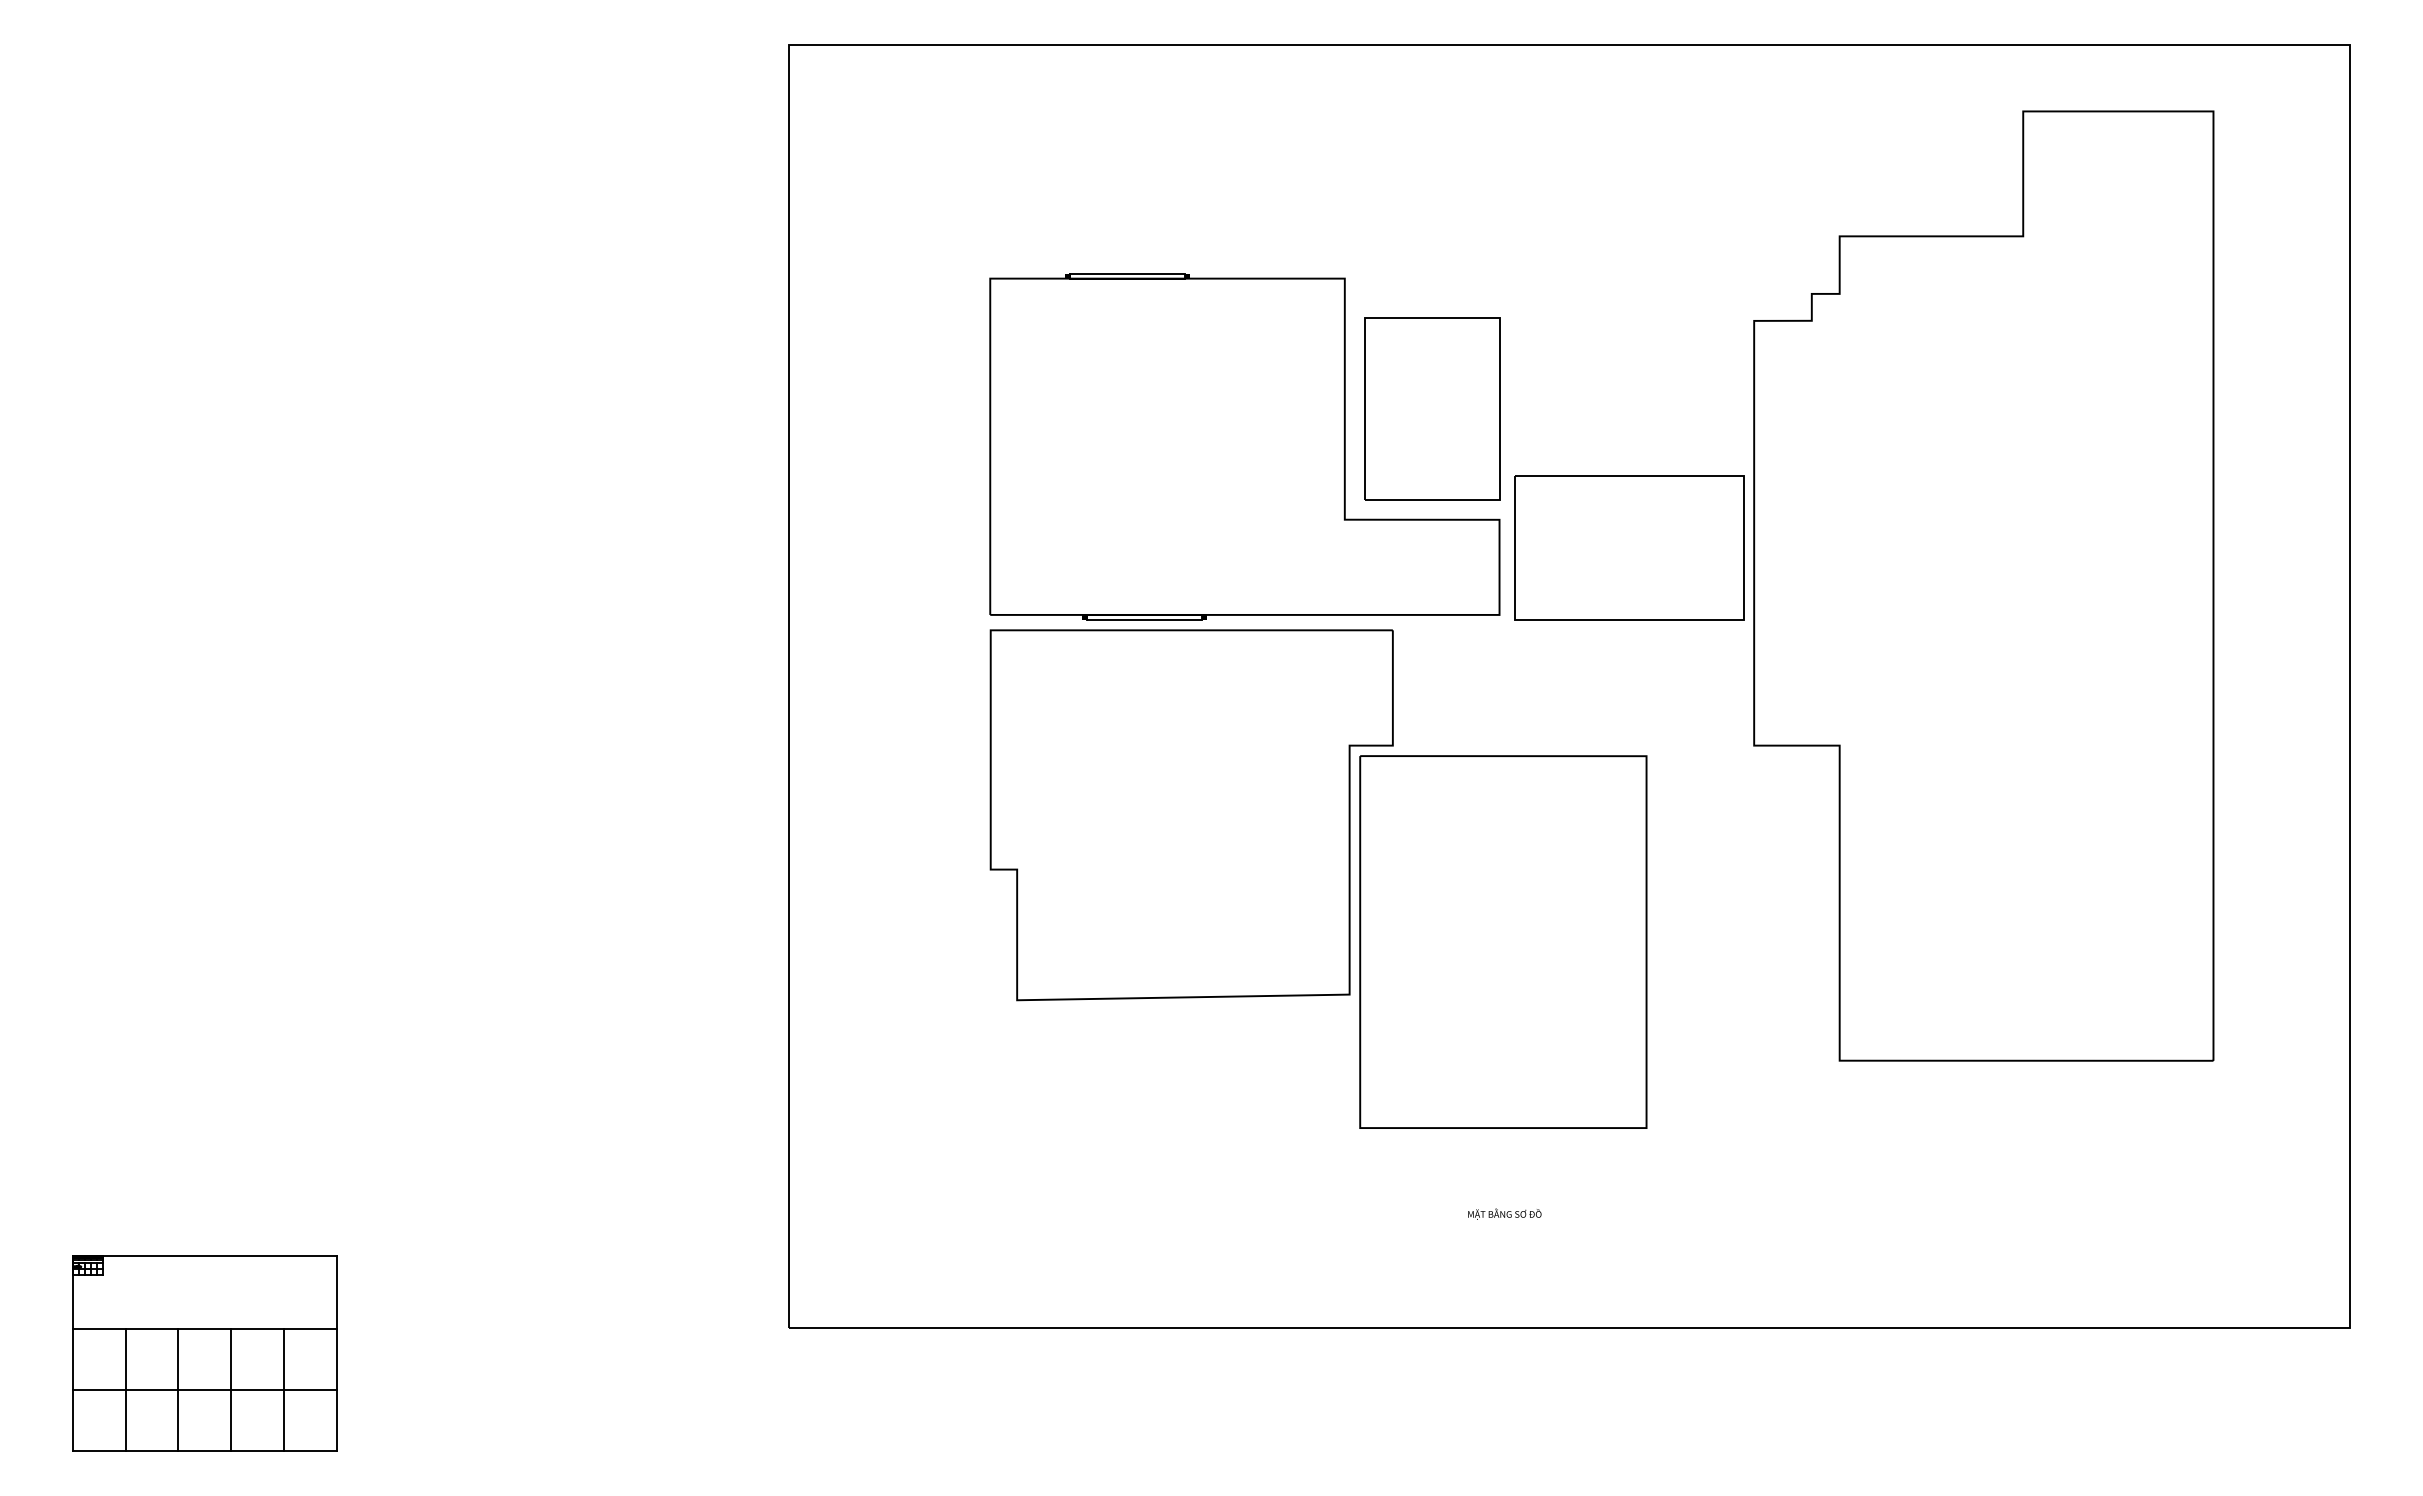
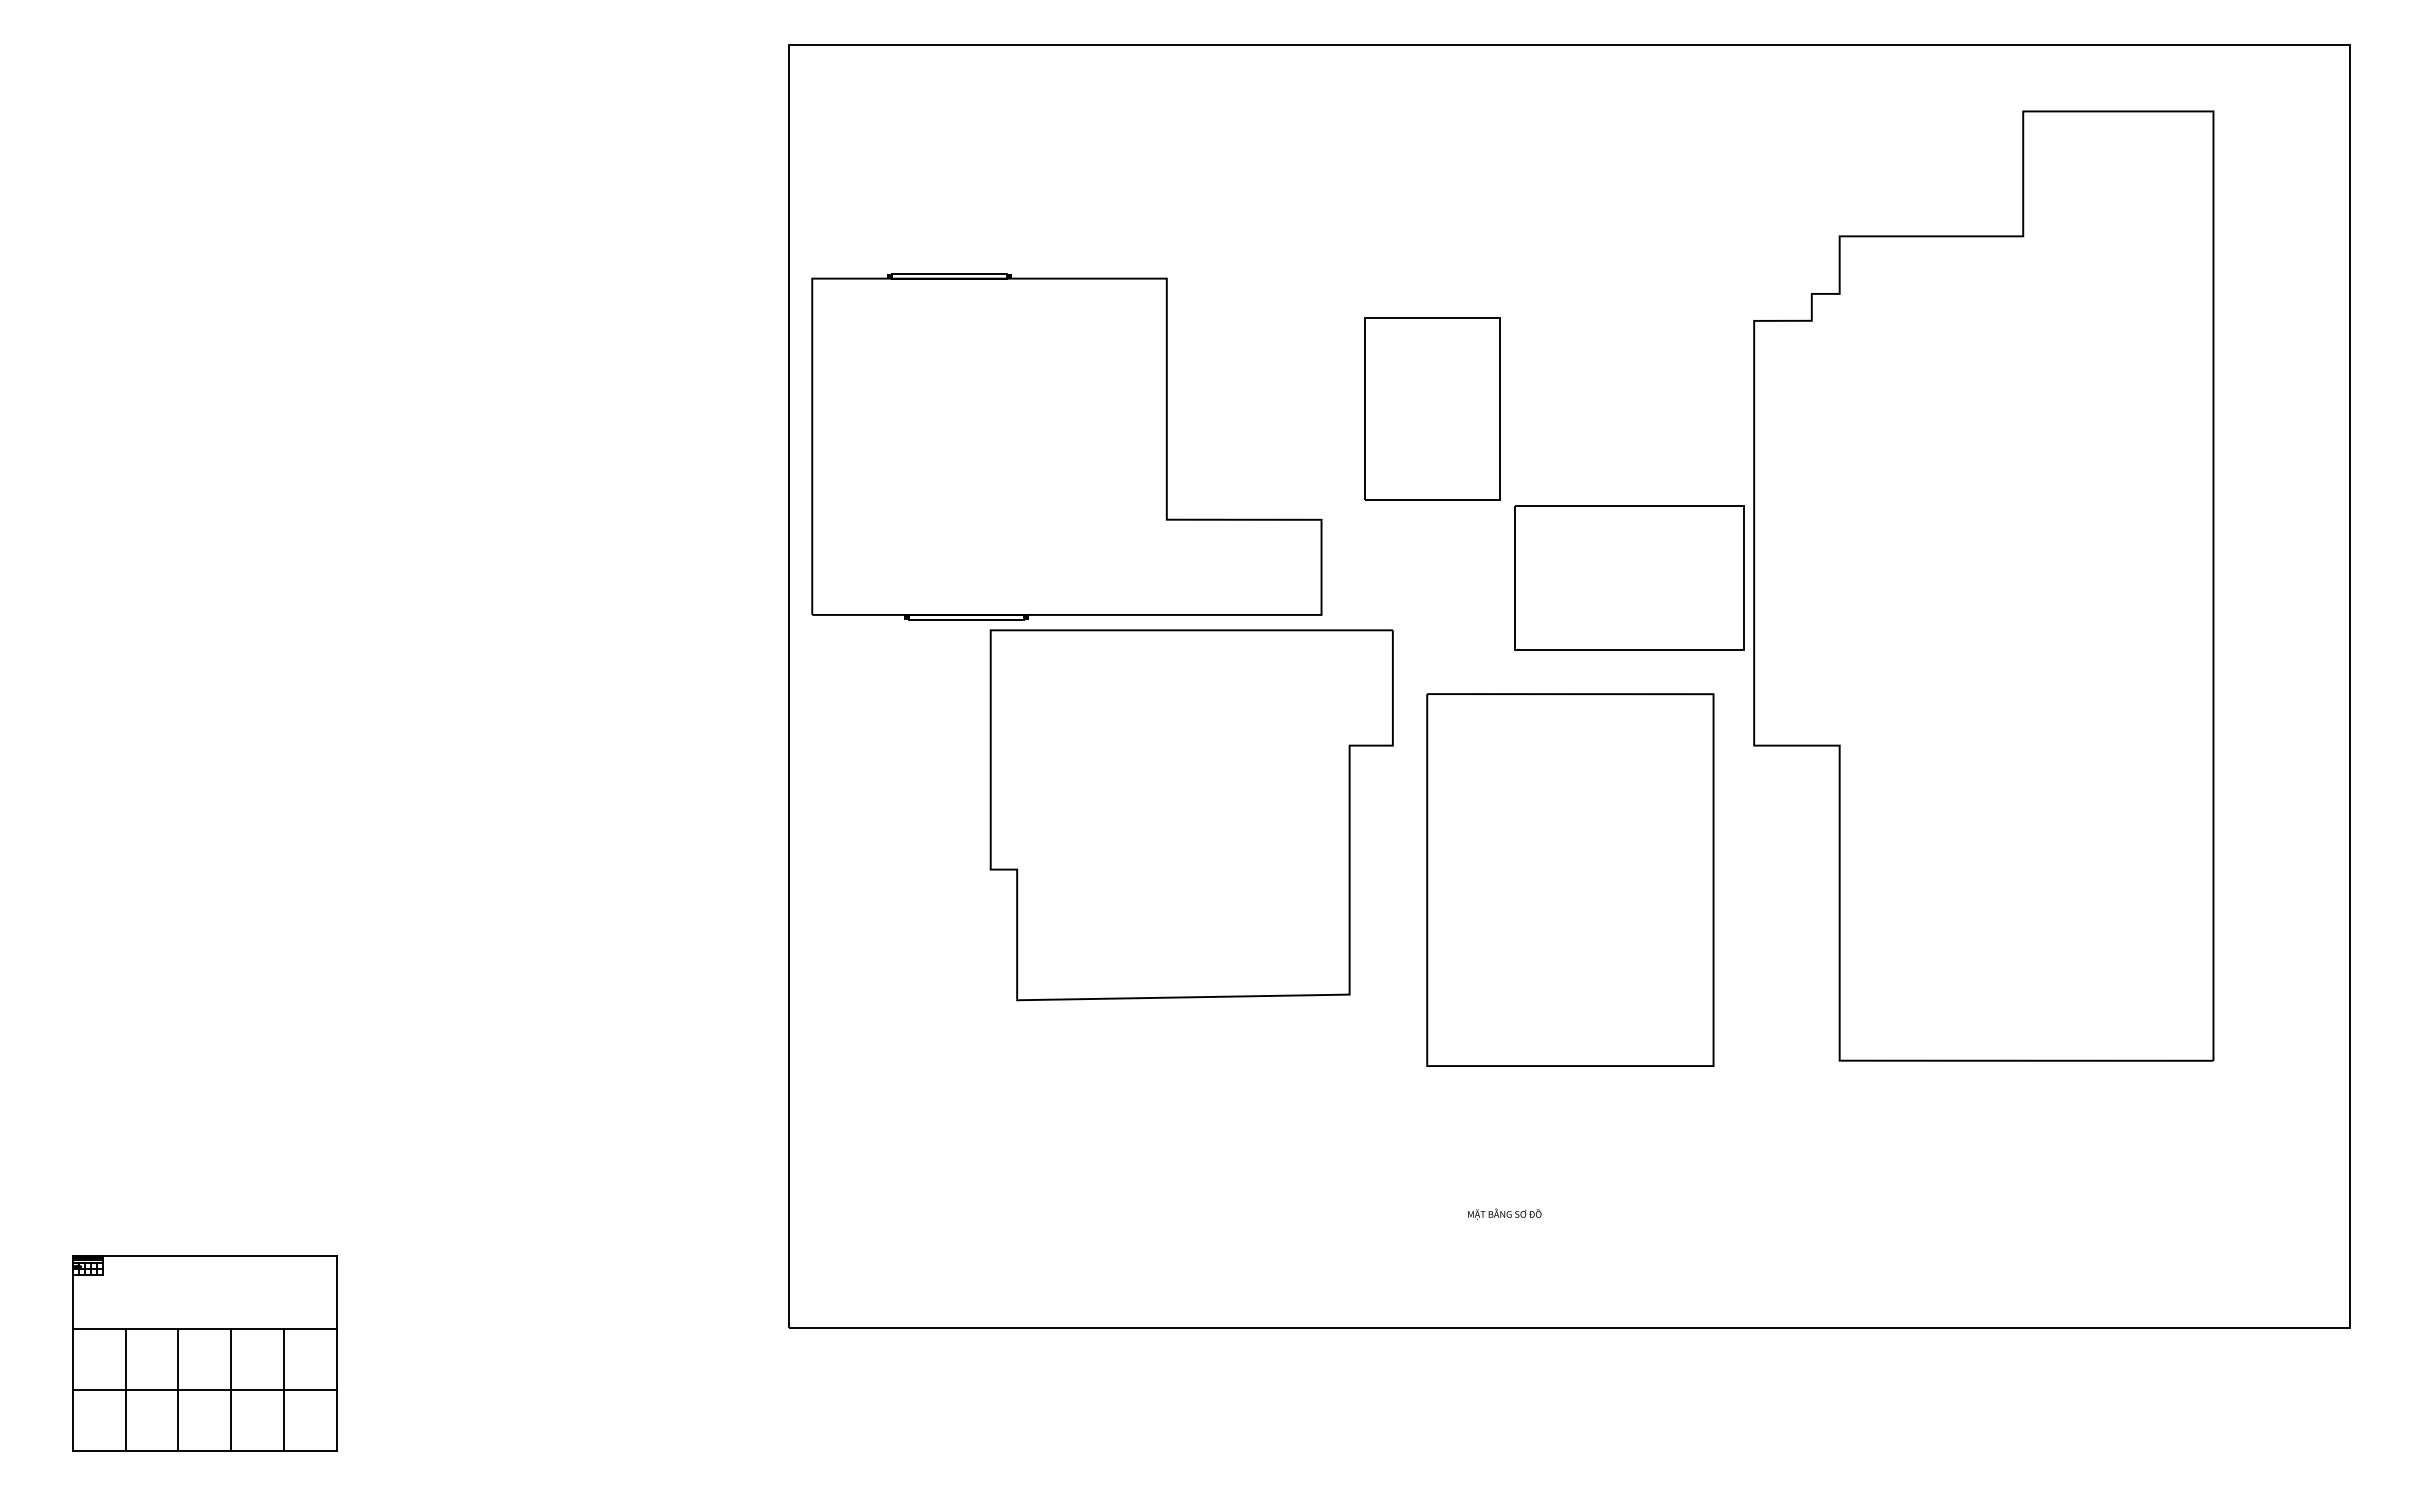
part at (1244, 446) position: (1244, 446) -> (1066, 446)
part at (1629, 547) position: (1629, 547) -> (1629, 577)
part at (1503, 941) position: (1503, 941) -> (1570, 879)
